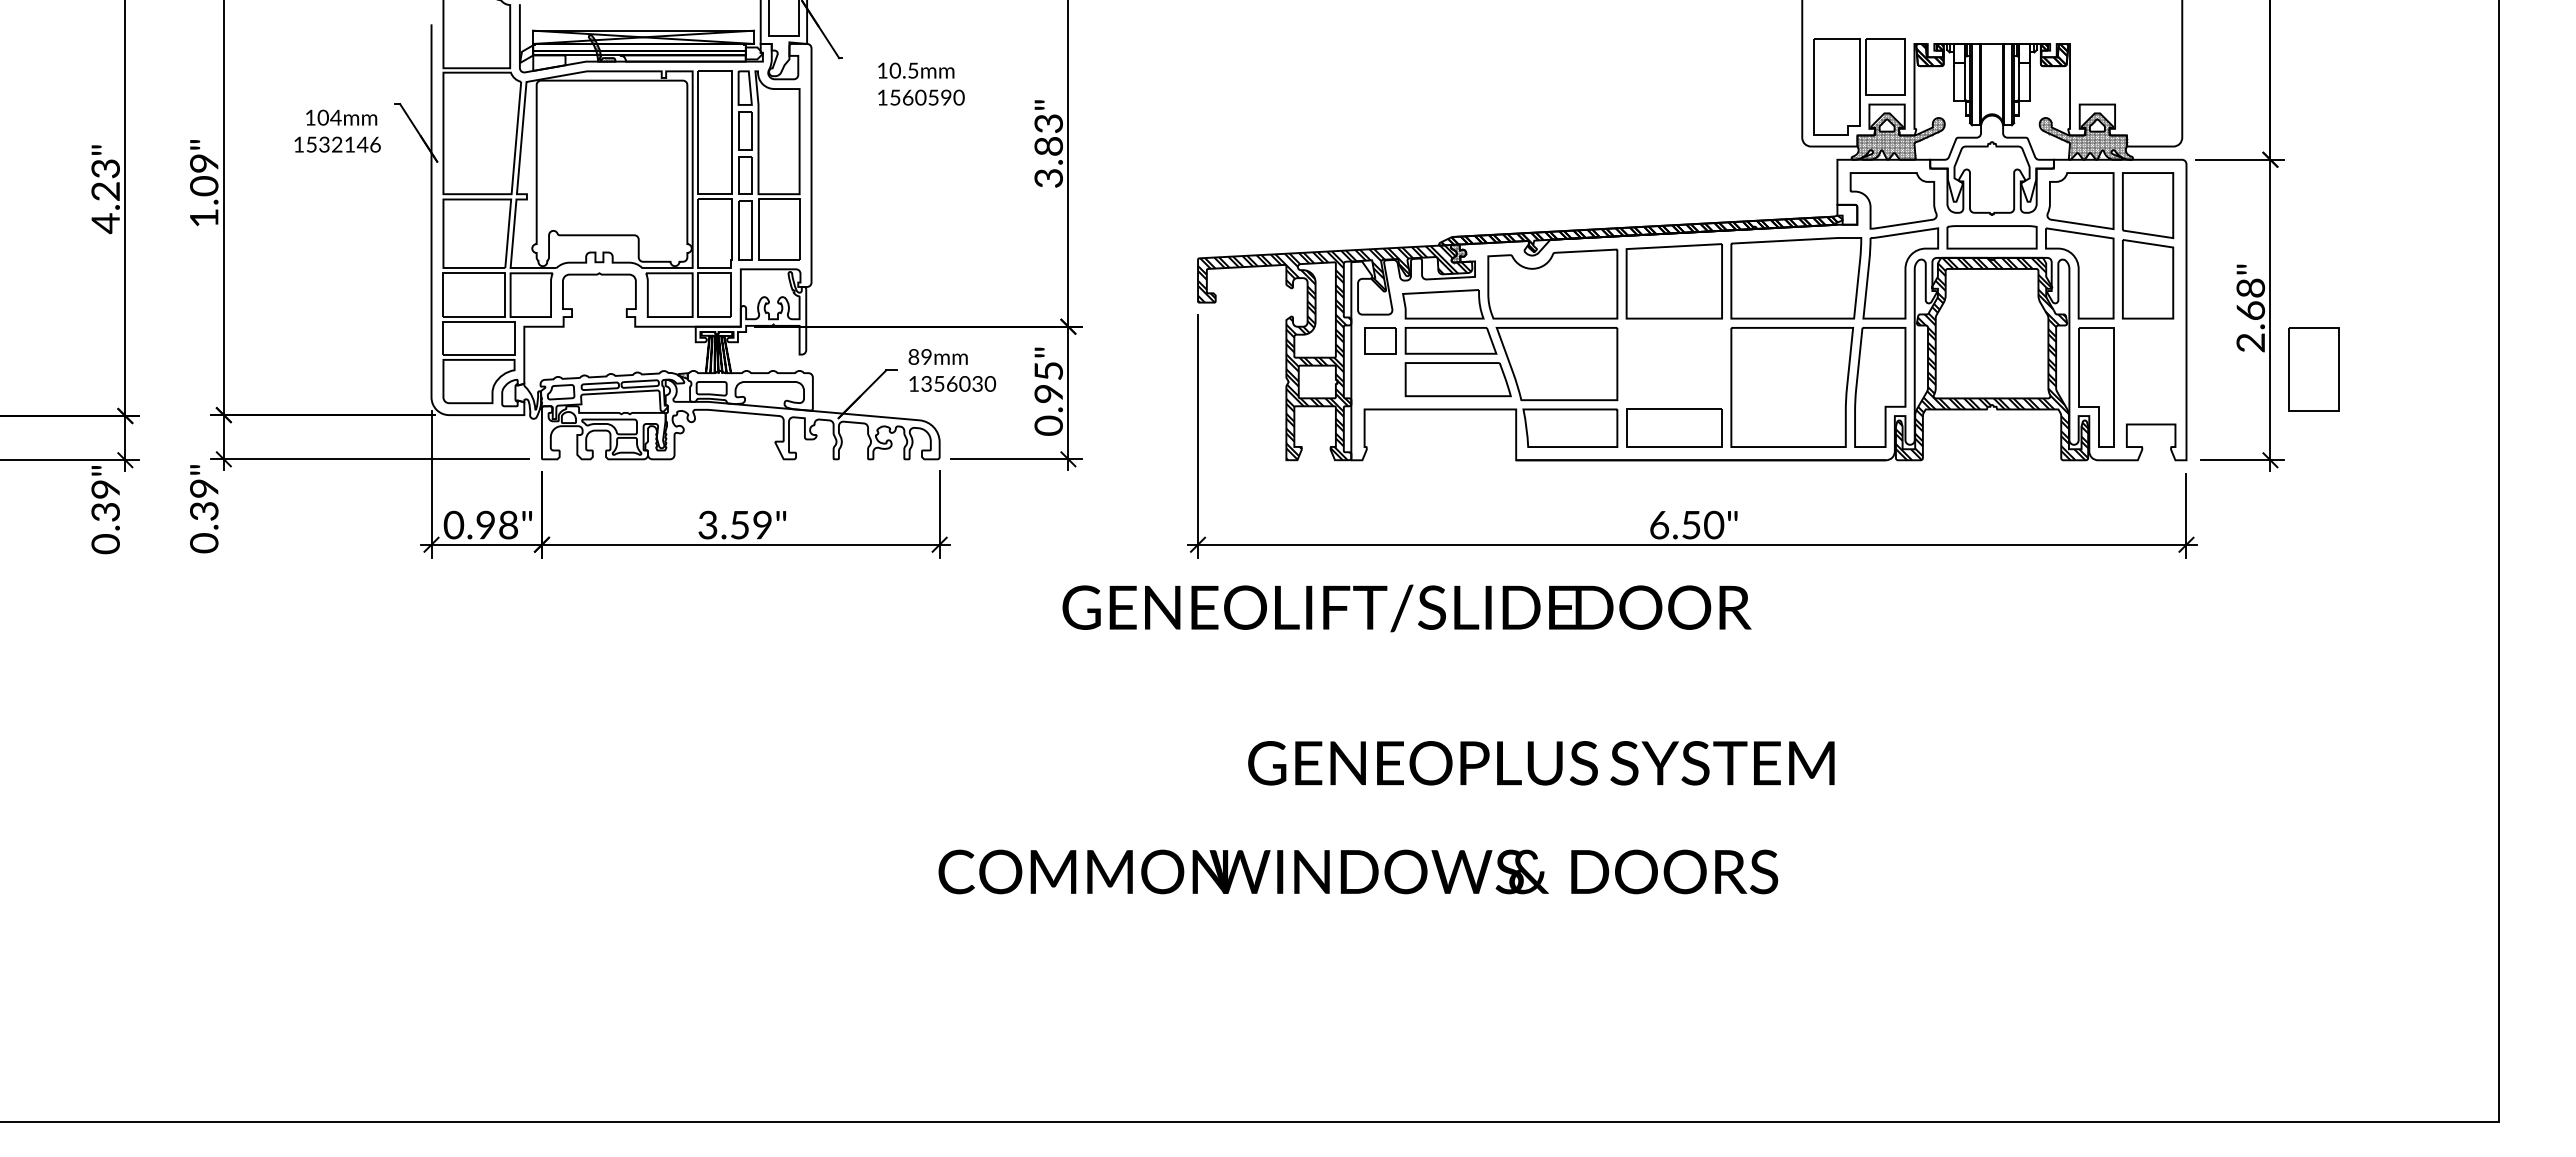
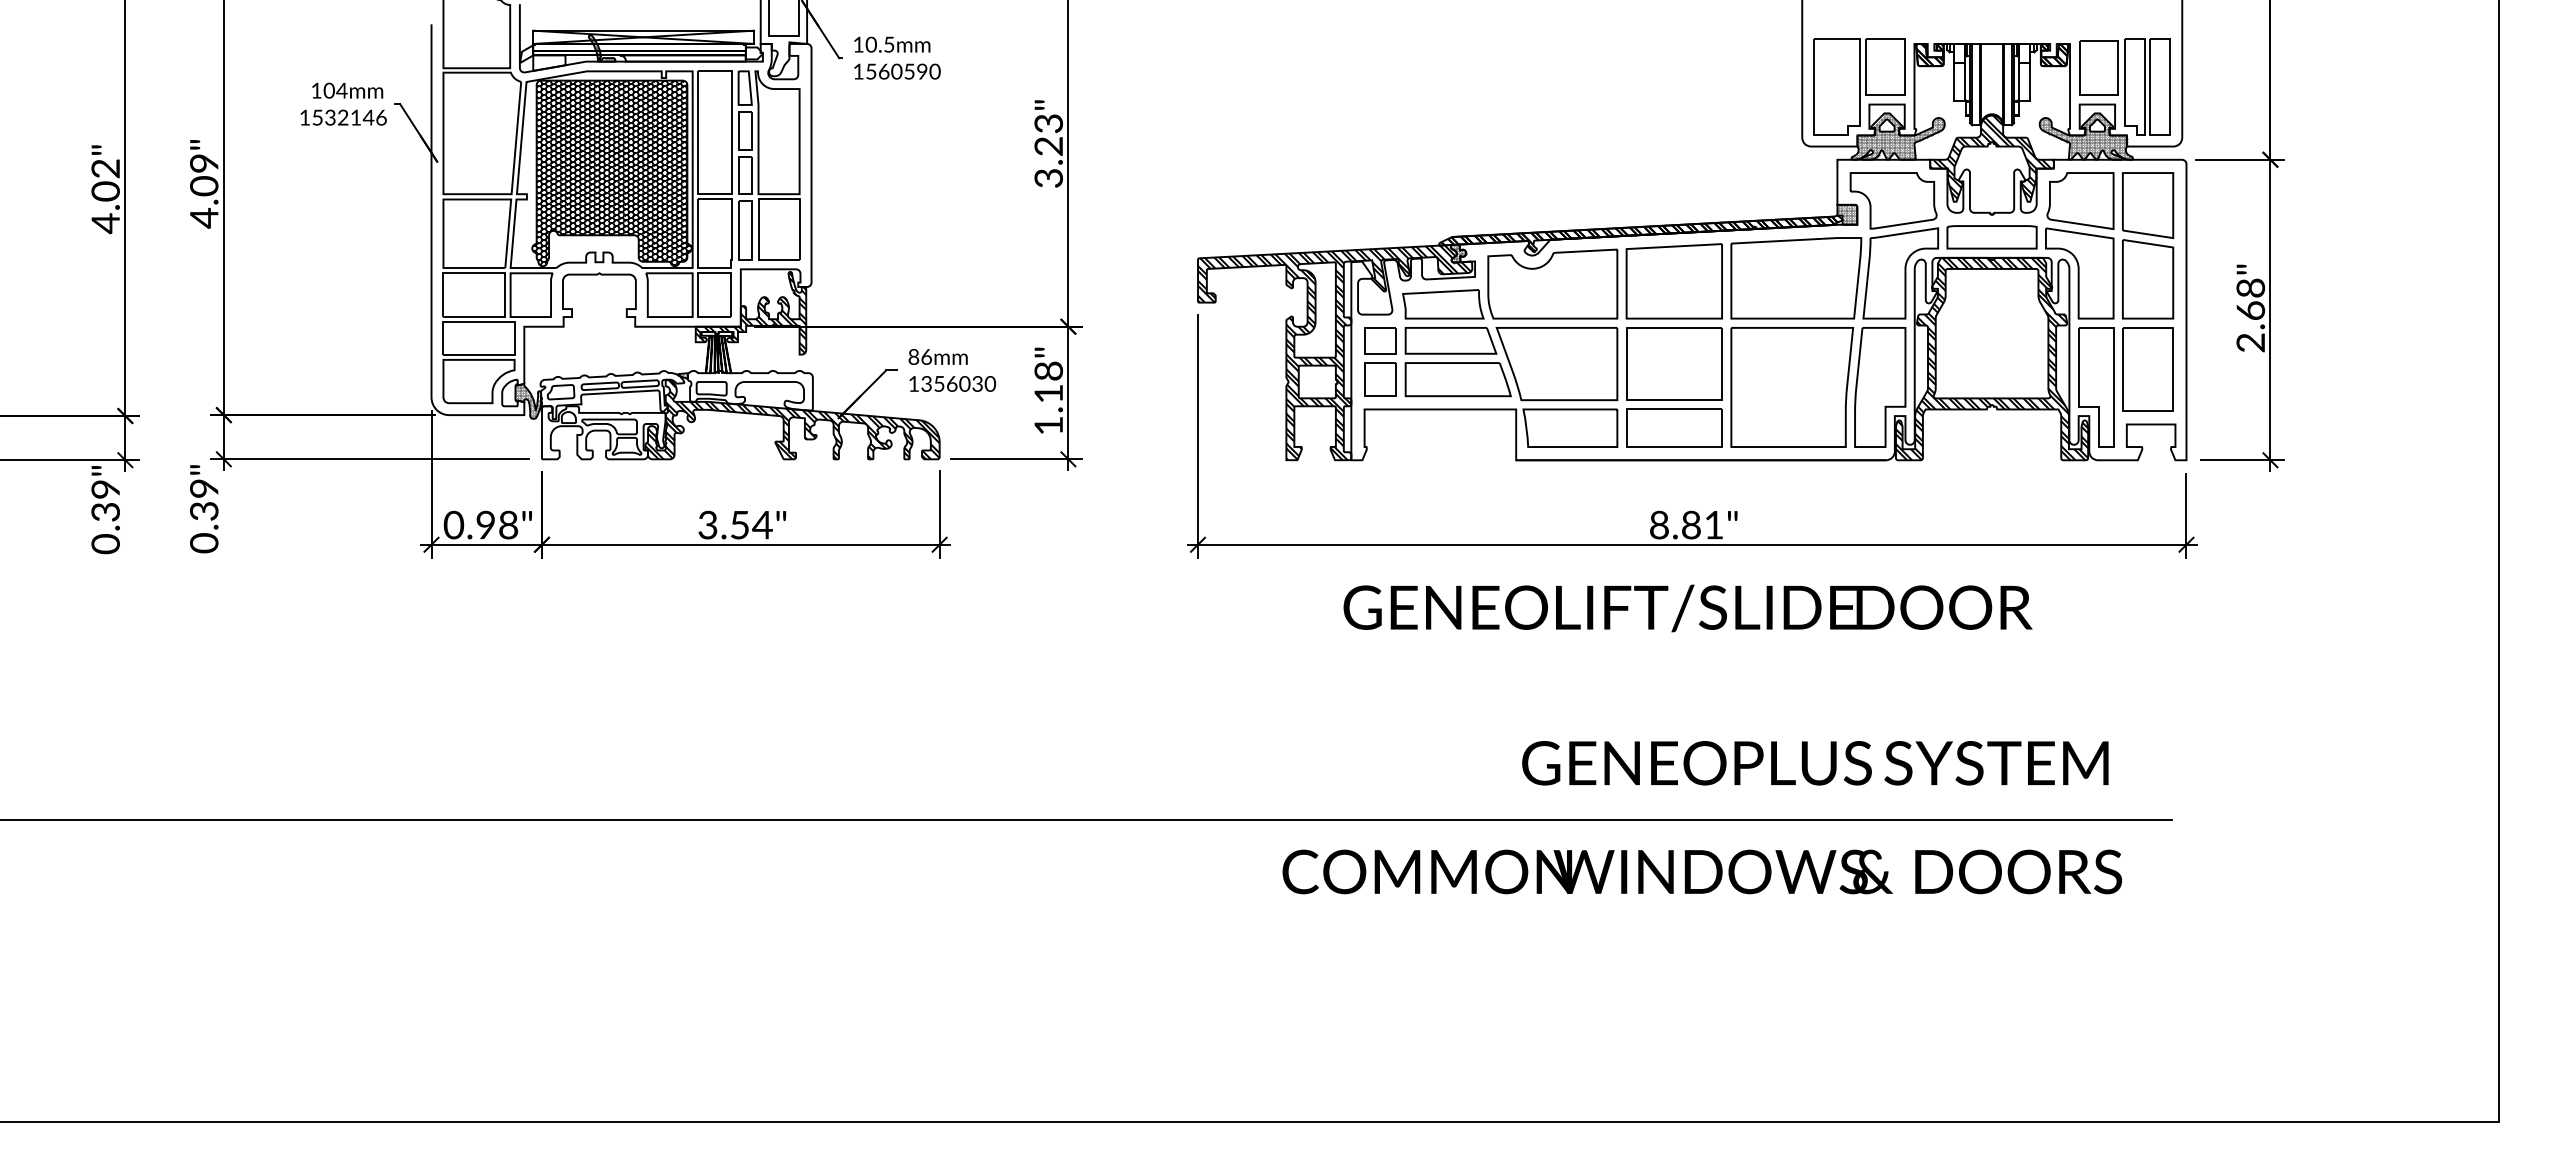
text at (921, 83) position: (921, 83) -> (897, 57)
part at (2124, 86): none -> present
text at (337, 130) position: (337, 130) -> (343, 103)
text at (1048, 146): 3.83" -> 3.23"
hatch at (1991, 156): none -> present
hatch at (612, 172): none -> present
text at (105, 180): 4.23" -> 4.02"
hatch at (1846, 215): none -> present
text at (204, 217): 1.09" -> 4.09"
hatch at (750, 312): none -> present
text at (926, 356): 89mm -> 86mm
part at (1674, 363): none -> present
part at (2313, 369) position: (2313, 369) -> (2147, 369)
part at (1380, 379): none -> present
text at (1048, 398): 0.95" -> 1.18"
hatch at (528, 400): none -> present
hatch at (792, 419): none -> present
text at (762, 524): 3.59" -> 3.54"
text at (1687, 524): 6.50" -> 8.81"
text at (1406, 608) position: (1406, 608) -> (1687, 608)
text at (1541, 763) position: (1541, 763) -> (1815, 763)
line at (1087, 819): none -> present
text at (1358, 871) position: (1358, 871) -> (1702, 871)
